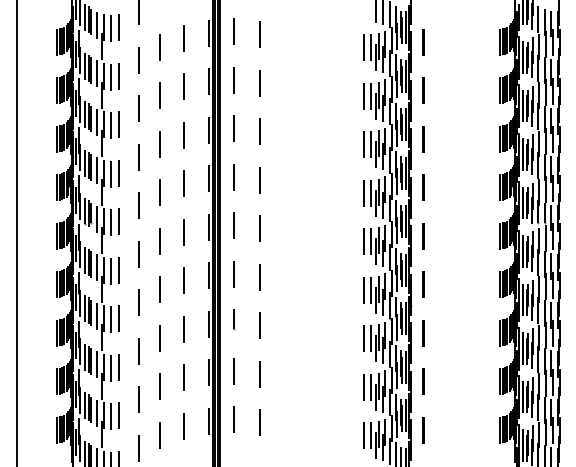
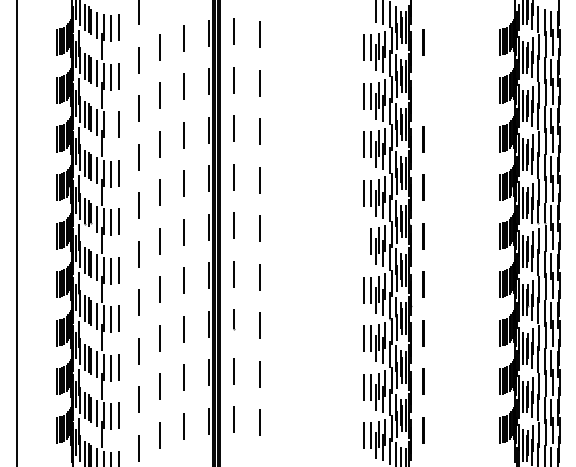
line at (423, 90): present -> none
line at (111, 125): present -> none
line at (364, 241): present -> none
